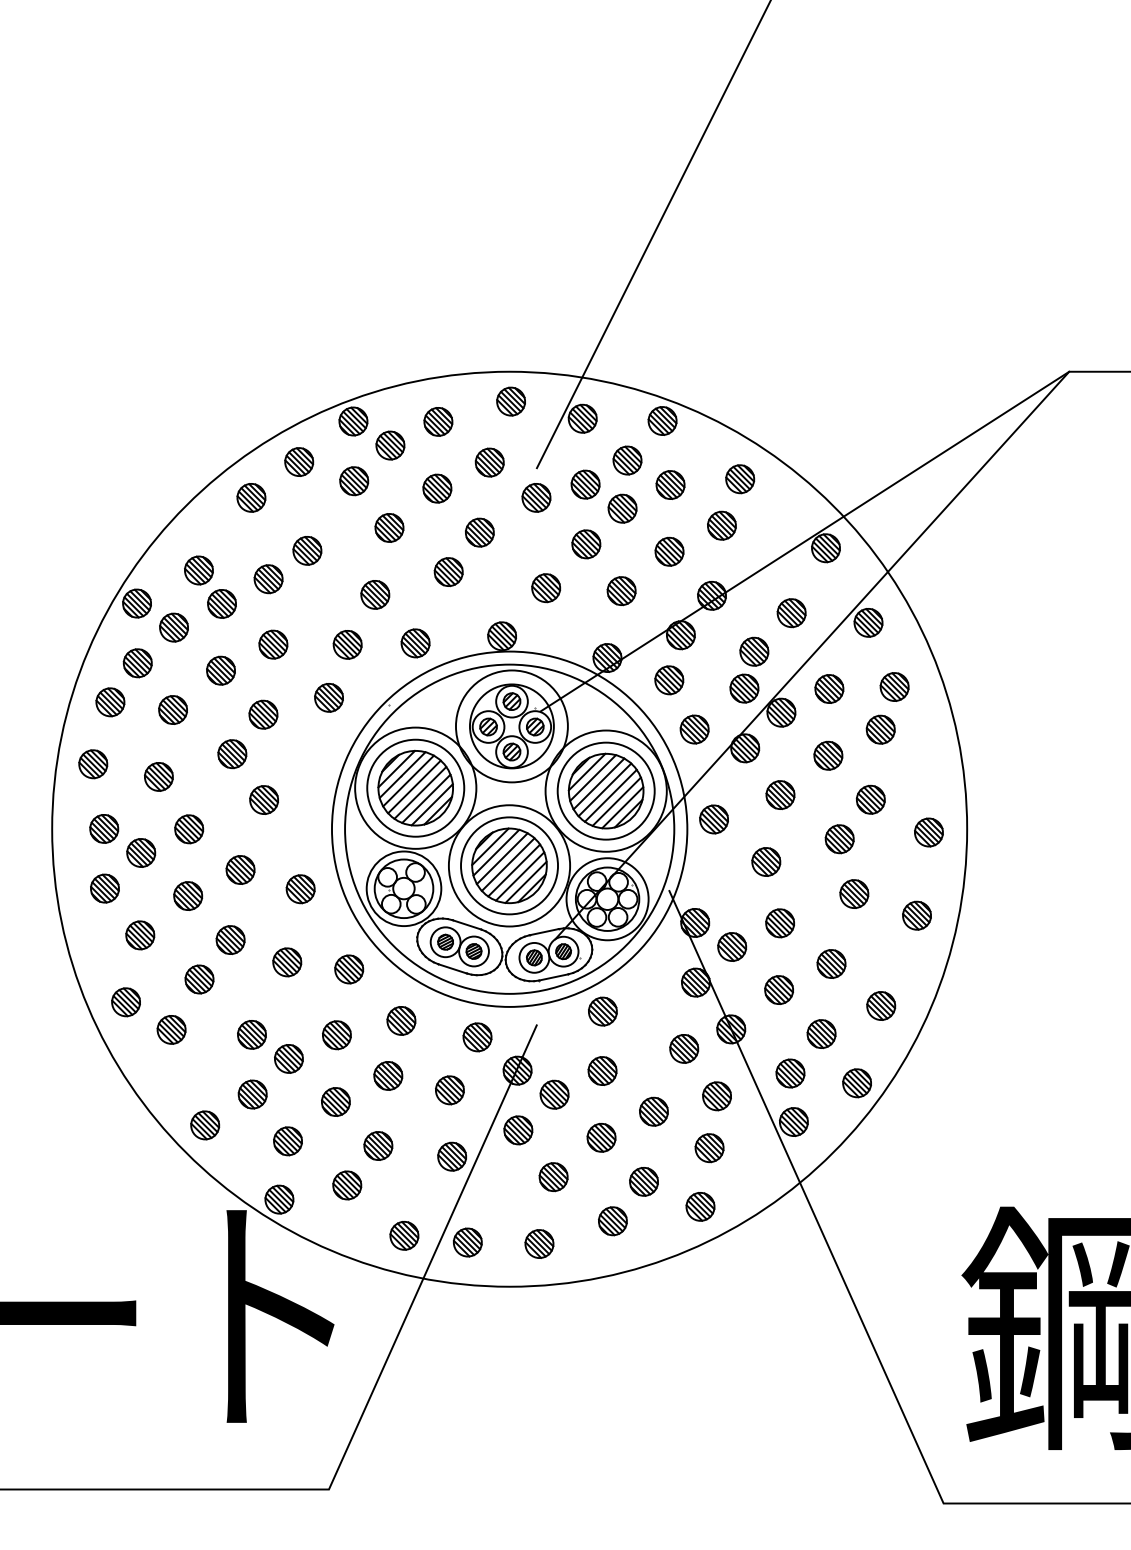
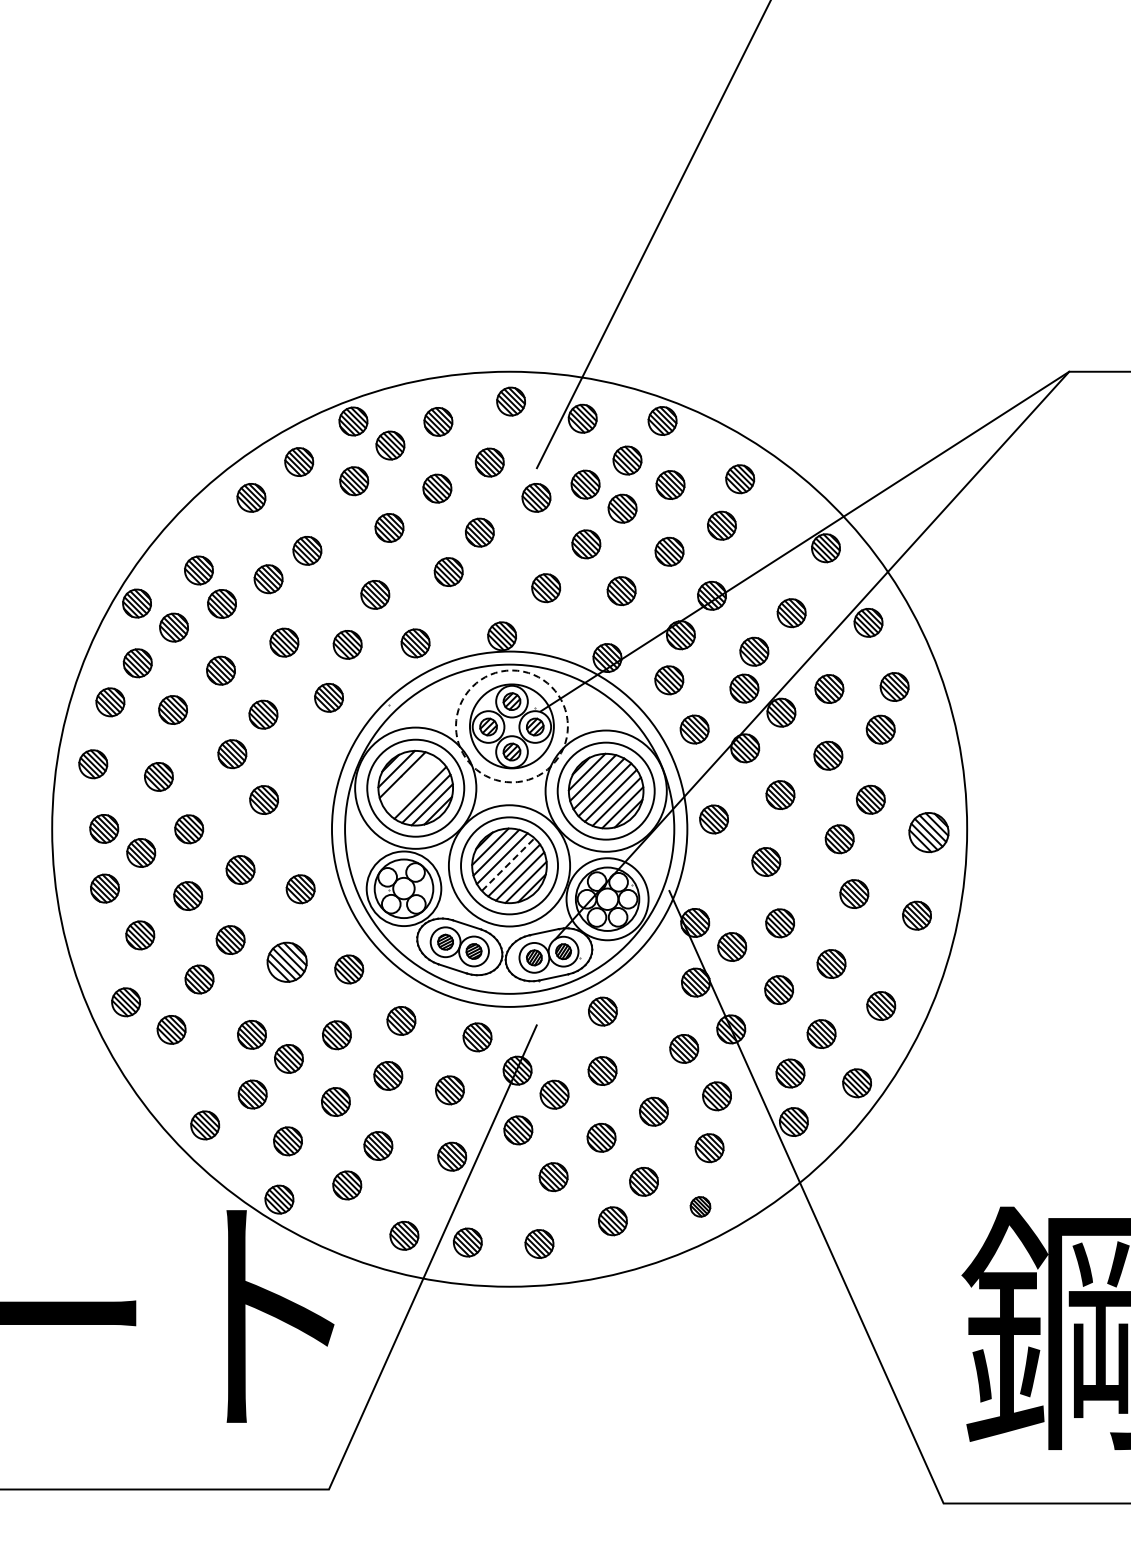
part at (273, 644) position: (273, 644) -> (284, 642)
circle at (511, 726): solid -> dashed
line at (408, 780): present -> none
line at (414, 786): present -> none
part at (928, 832) size: 30x31 px -> 42x42 px
line at (508, 864): solid -> dashed
part at (287, 962) size: 31x31 px -> 42x42 px
part at (700, 1206) size: 31x30 px -> 23x22 px
